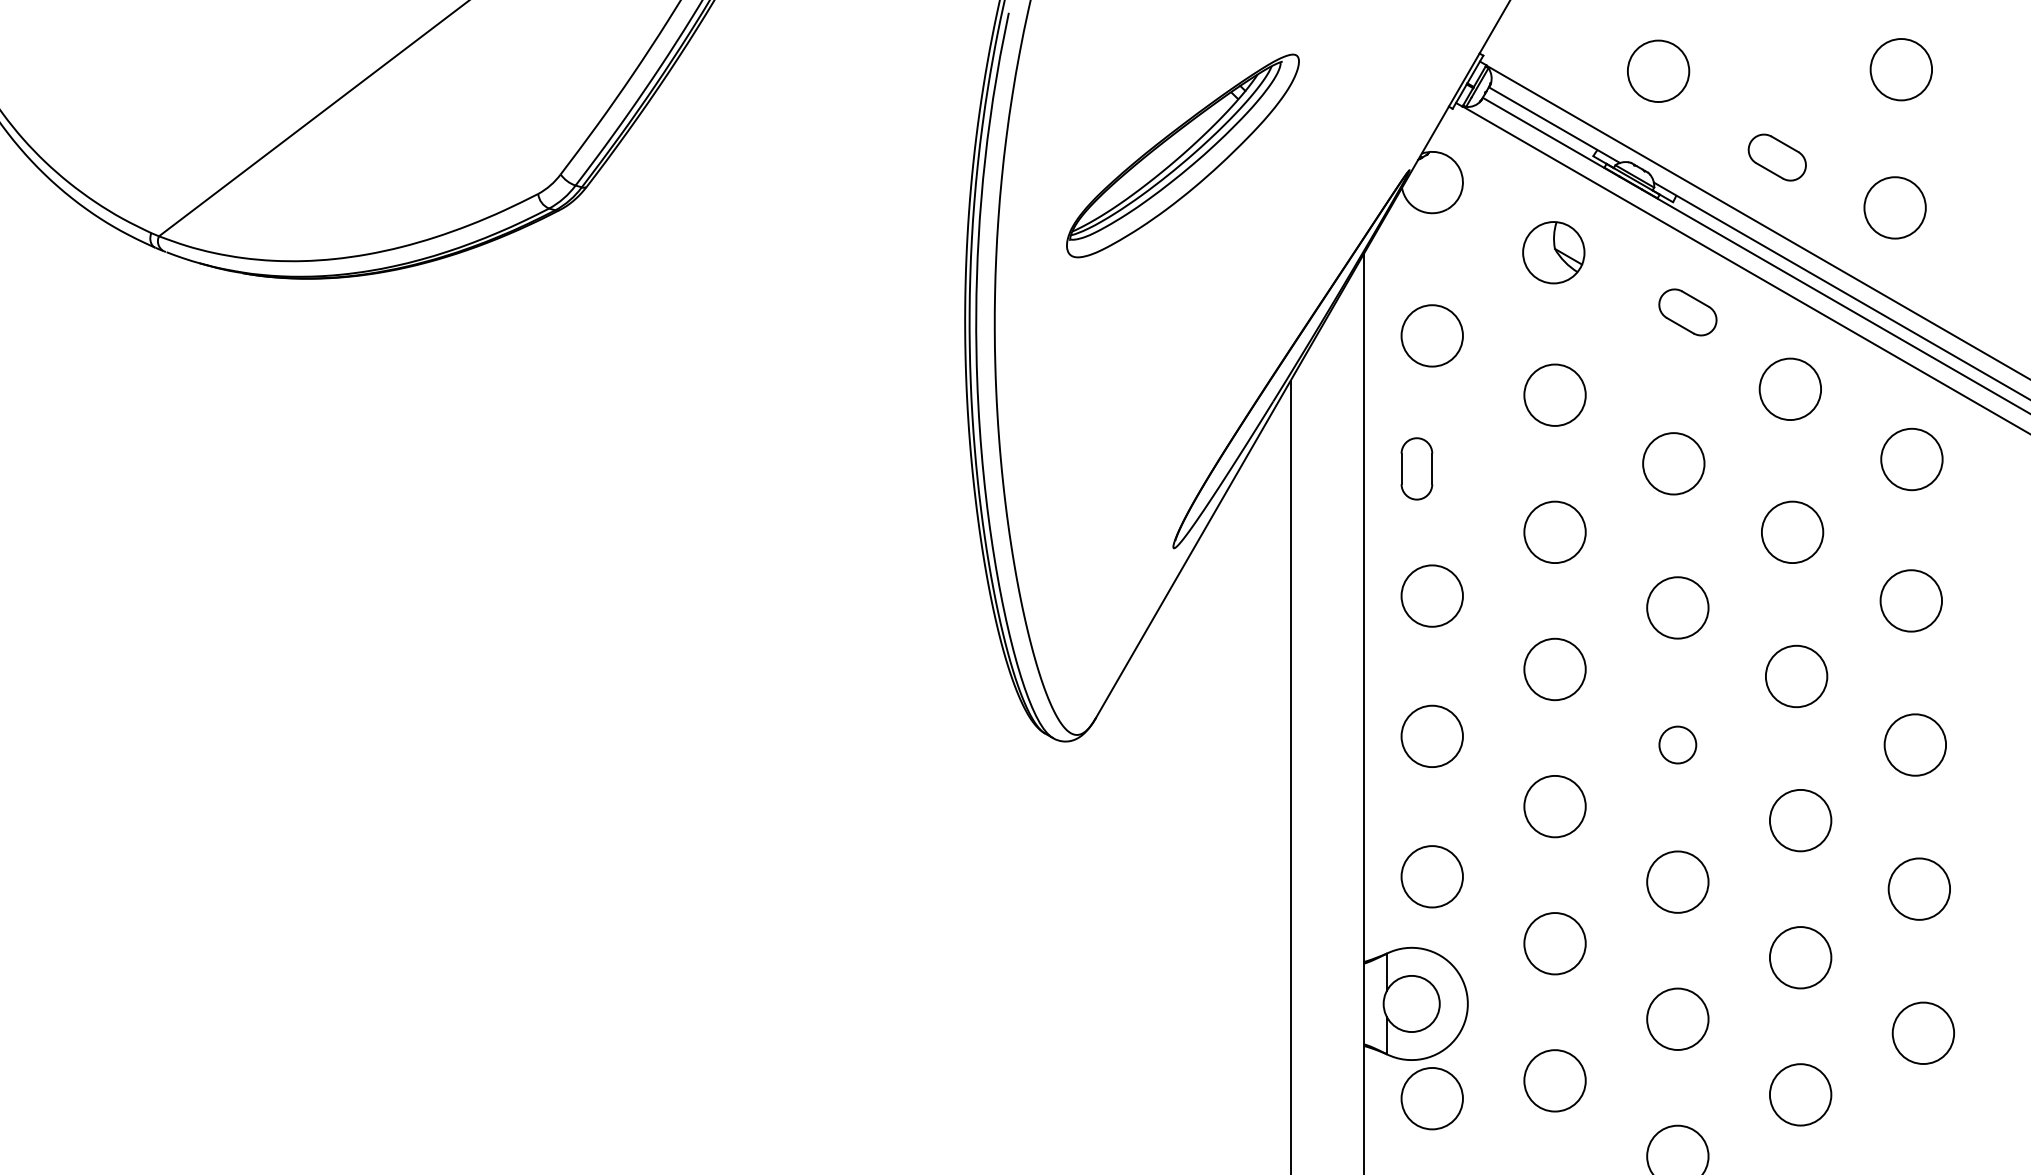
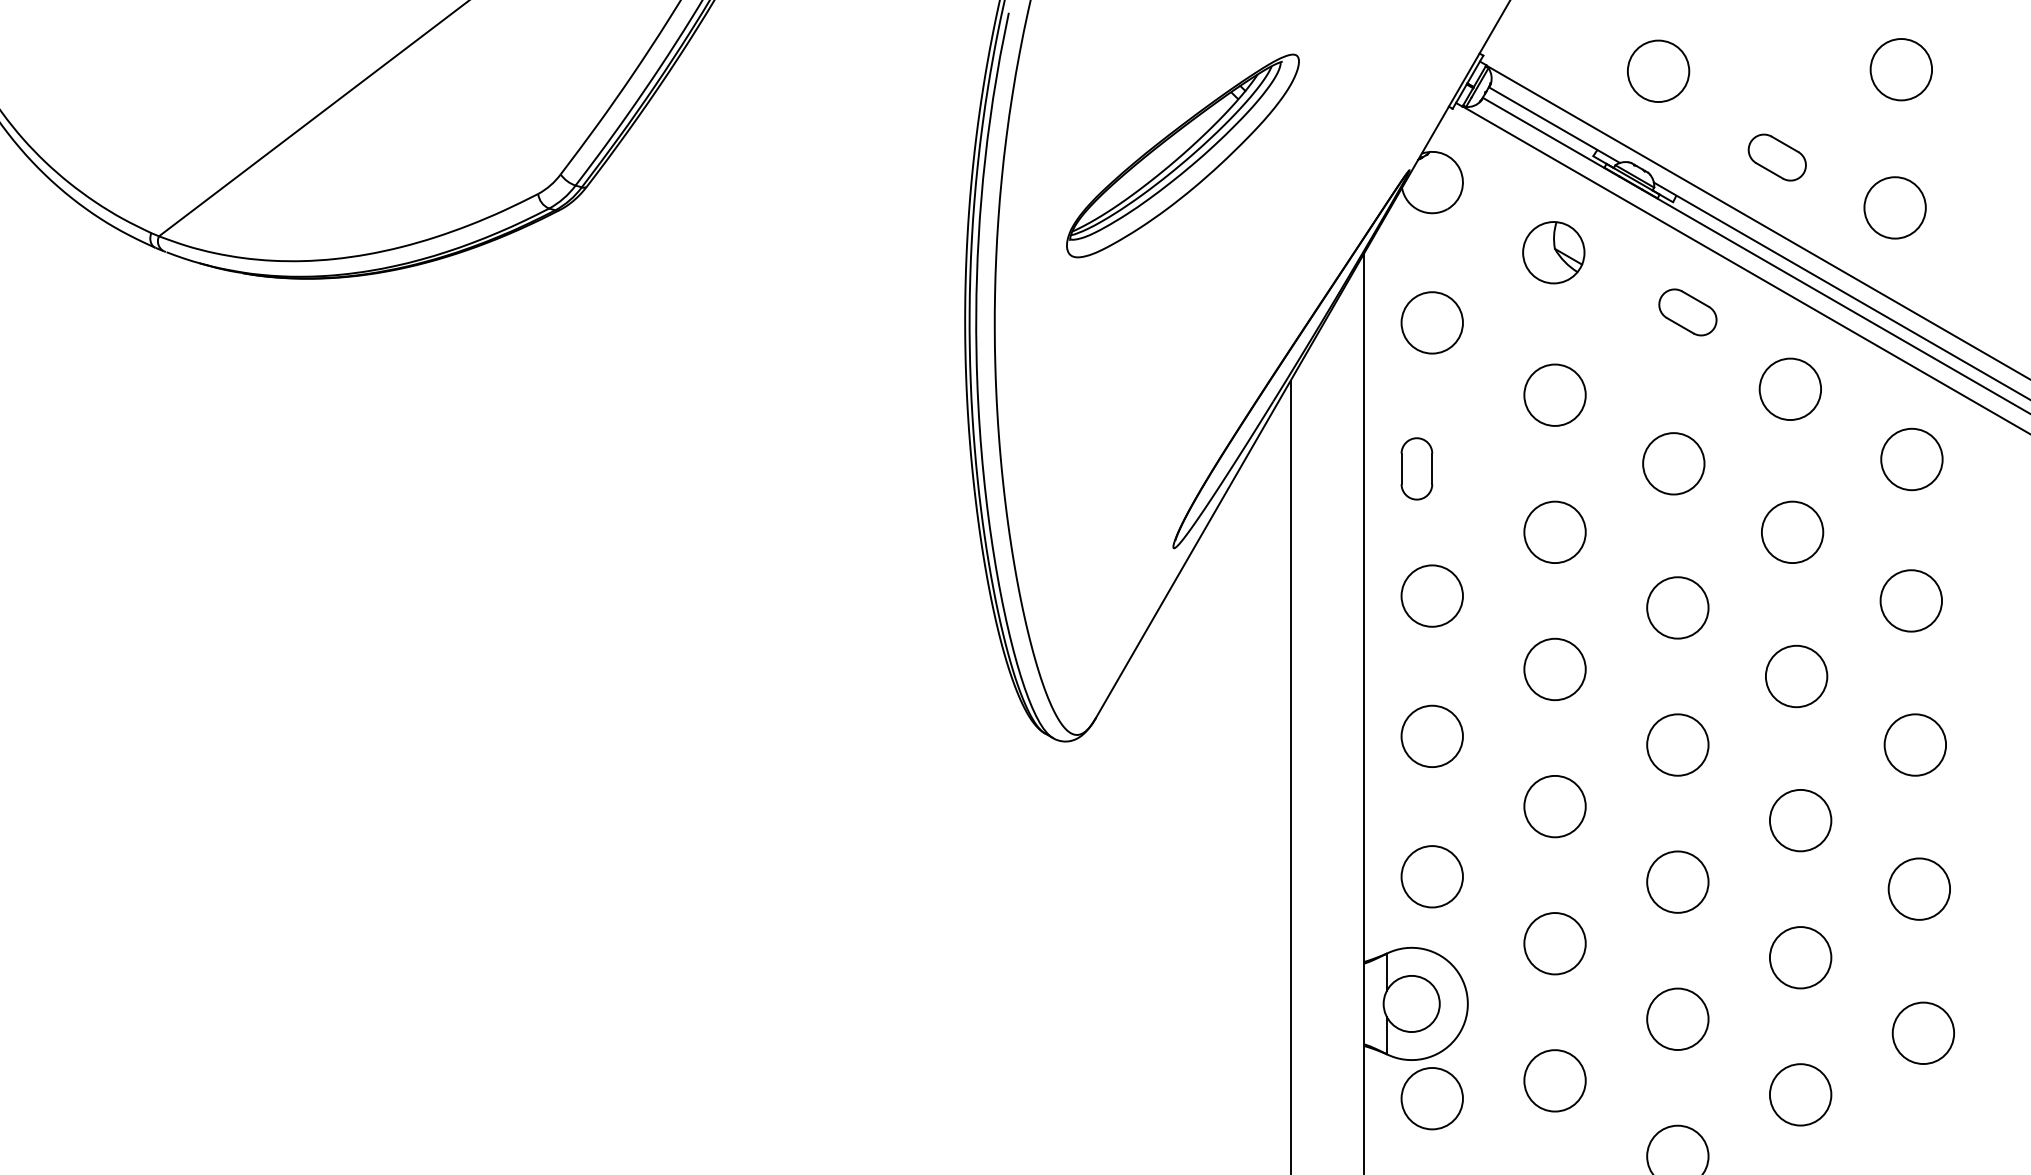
circle at (1431, 335) position: (1431, 335) -> (1431, 322)
circle at (1677, 744) diameter: 37 px -> 61 px
